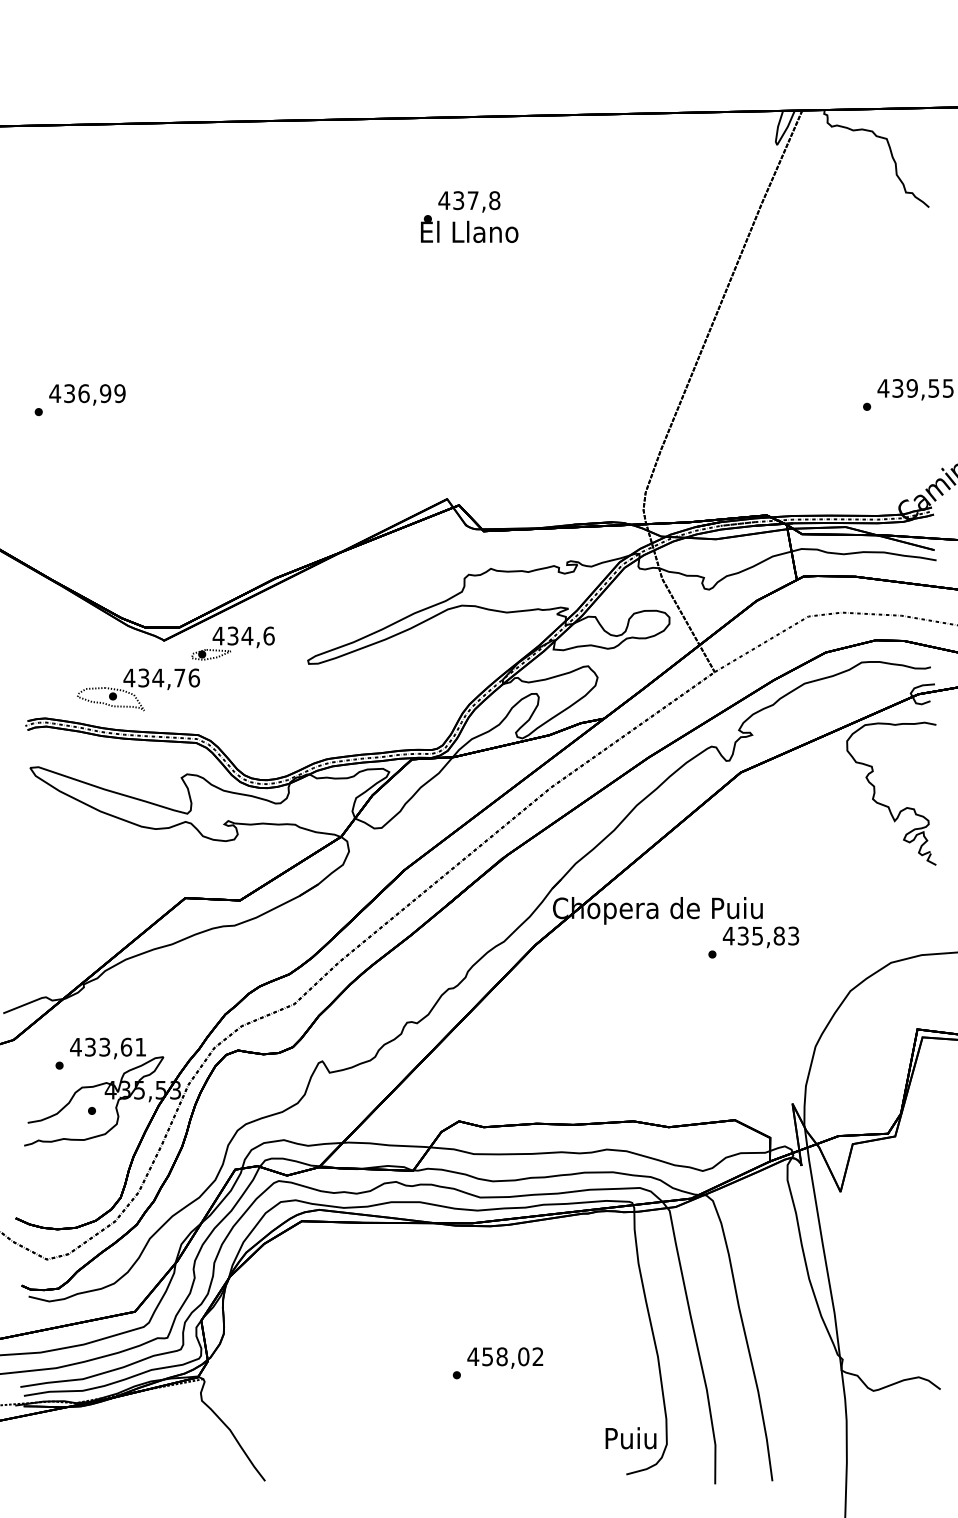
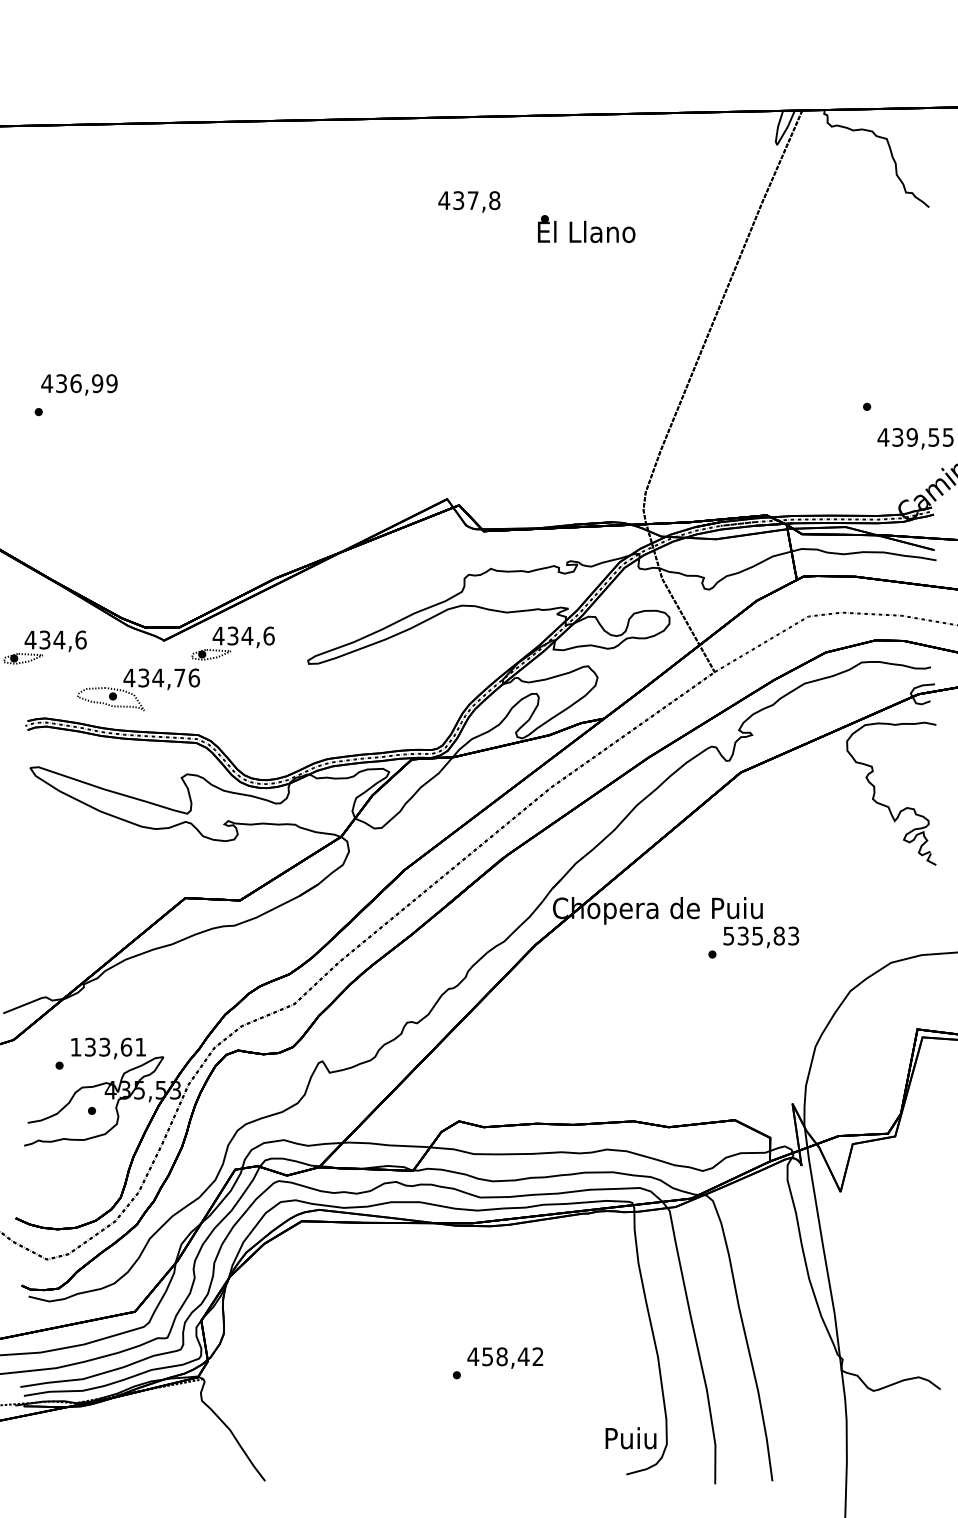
text at (469, 228) position: (469, 228) -> (586, 228)
text at (915, 389) position: (915, 389) -> (915, 438)
text at (87, 394) position: (87, 394) -> (79, 384)
part at (44, 647): none -> present
text at (728, 936): 435,83 -> 535,83
text at (75, 1047): 433,61 -> 133,61
text at (523, 1356): 458,02 -> 458,42
